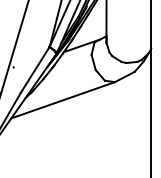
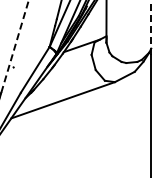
line at (151, 27): solid -> dashed
line at (15, 46): solid -> dashed
